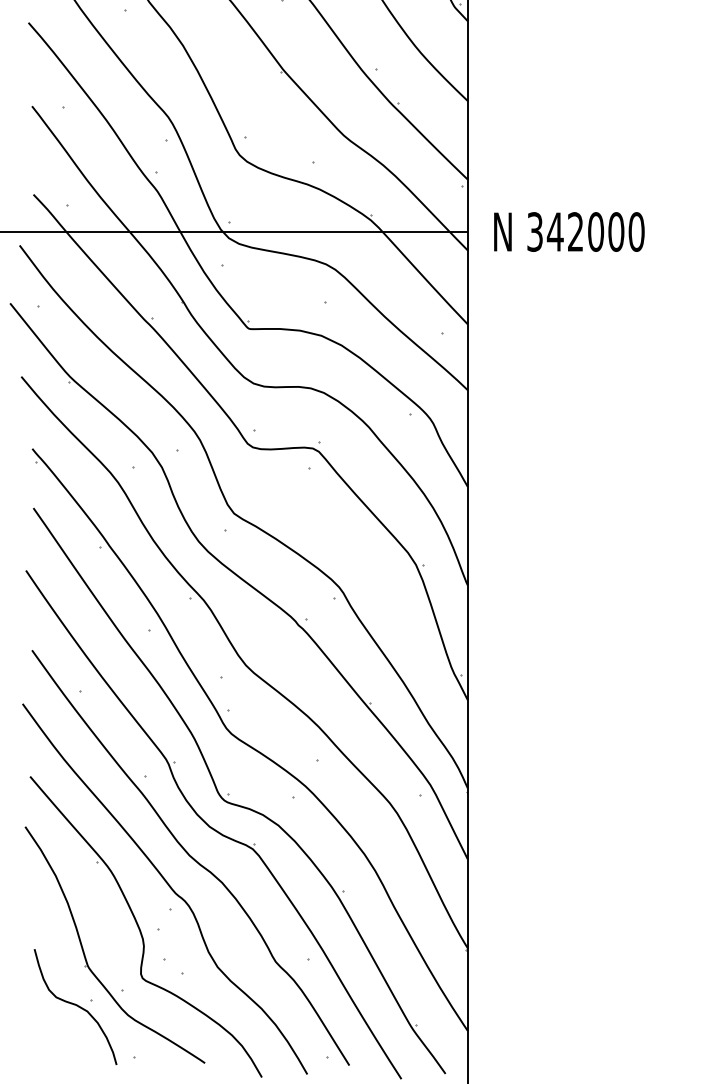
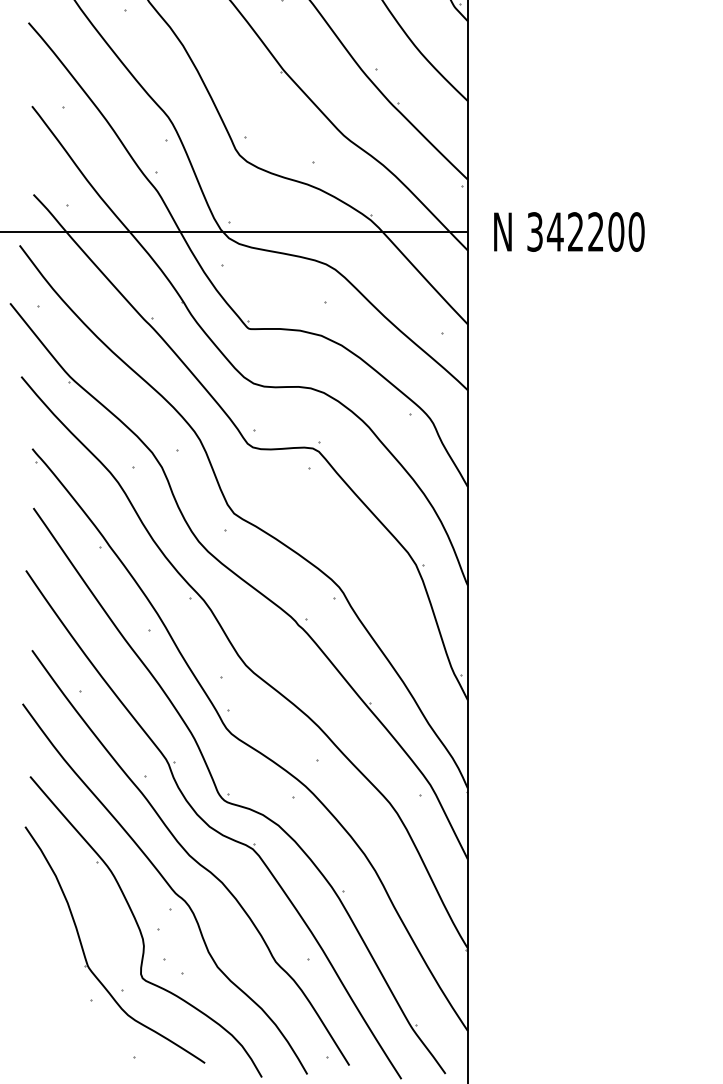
text at (596, 231): 342000 -> 342200
curve at (75, 1005): present -> none
